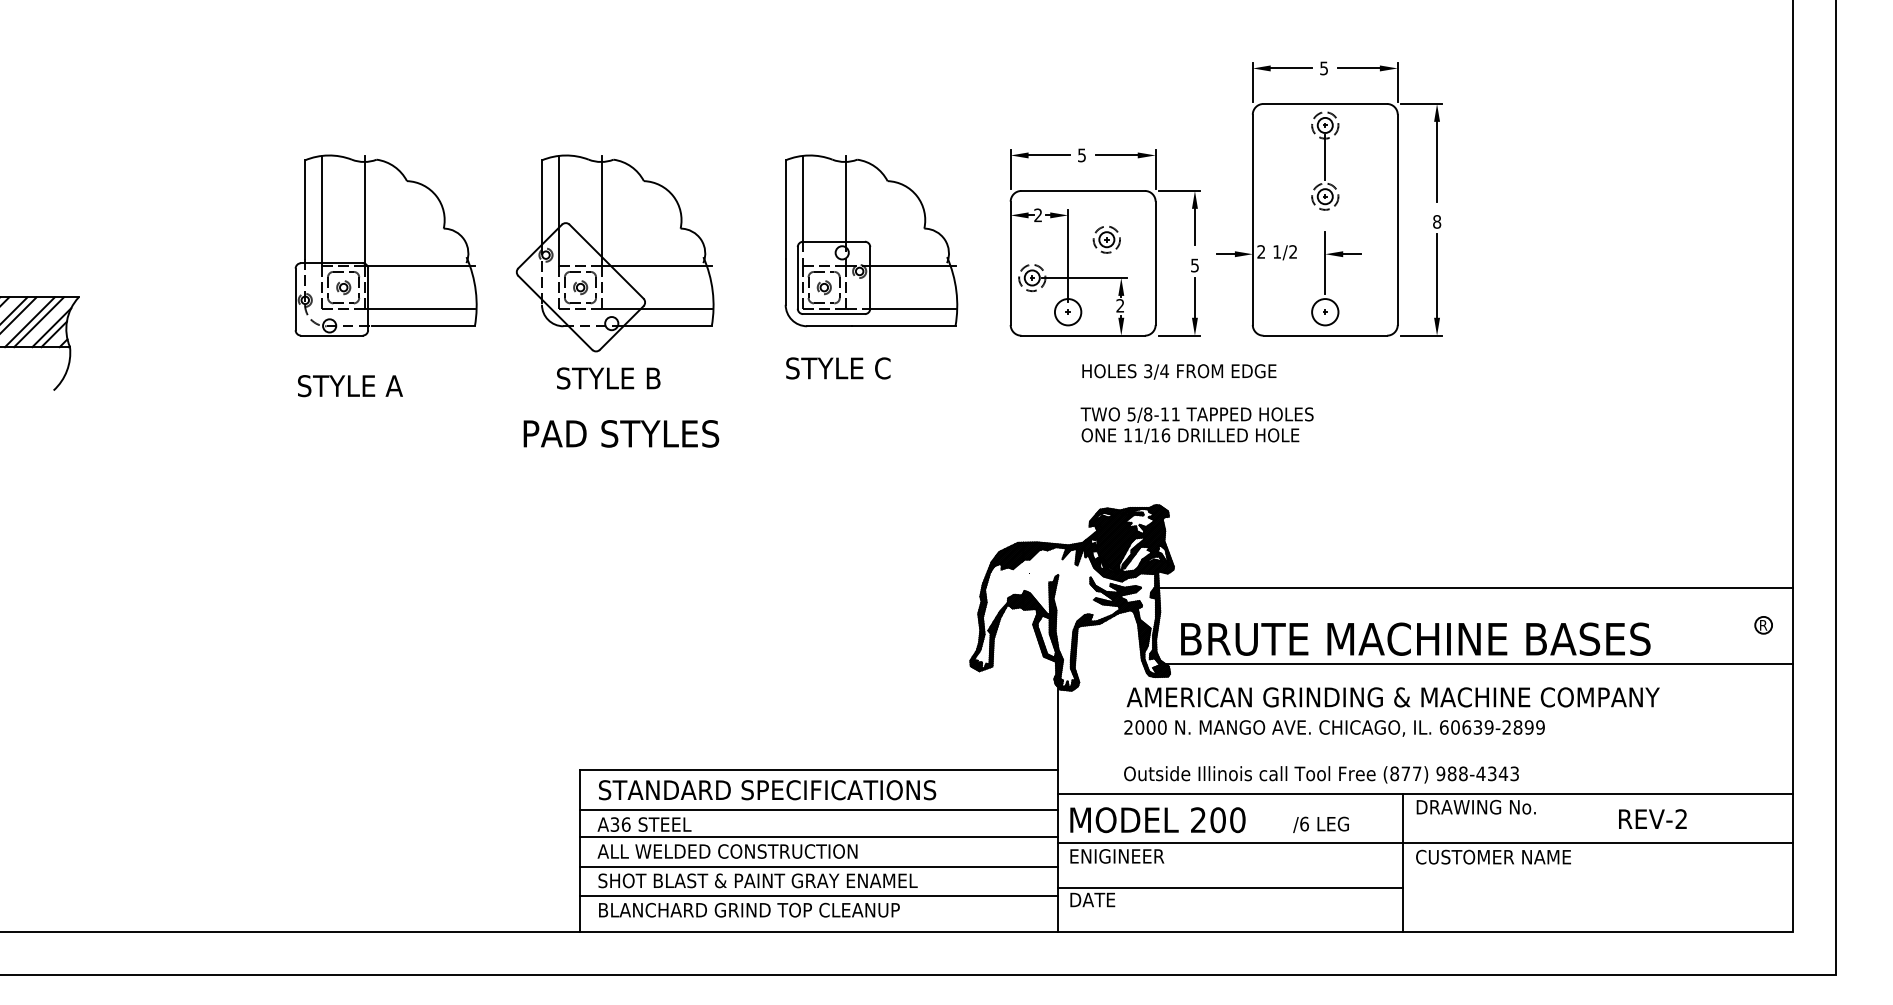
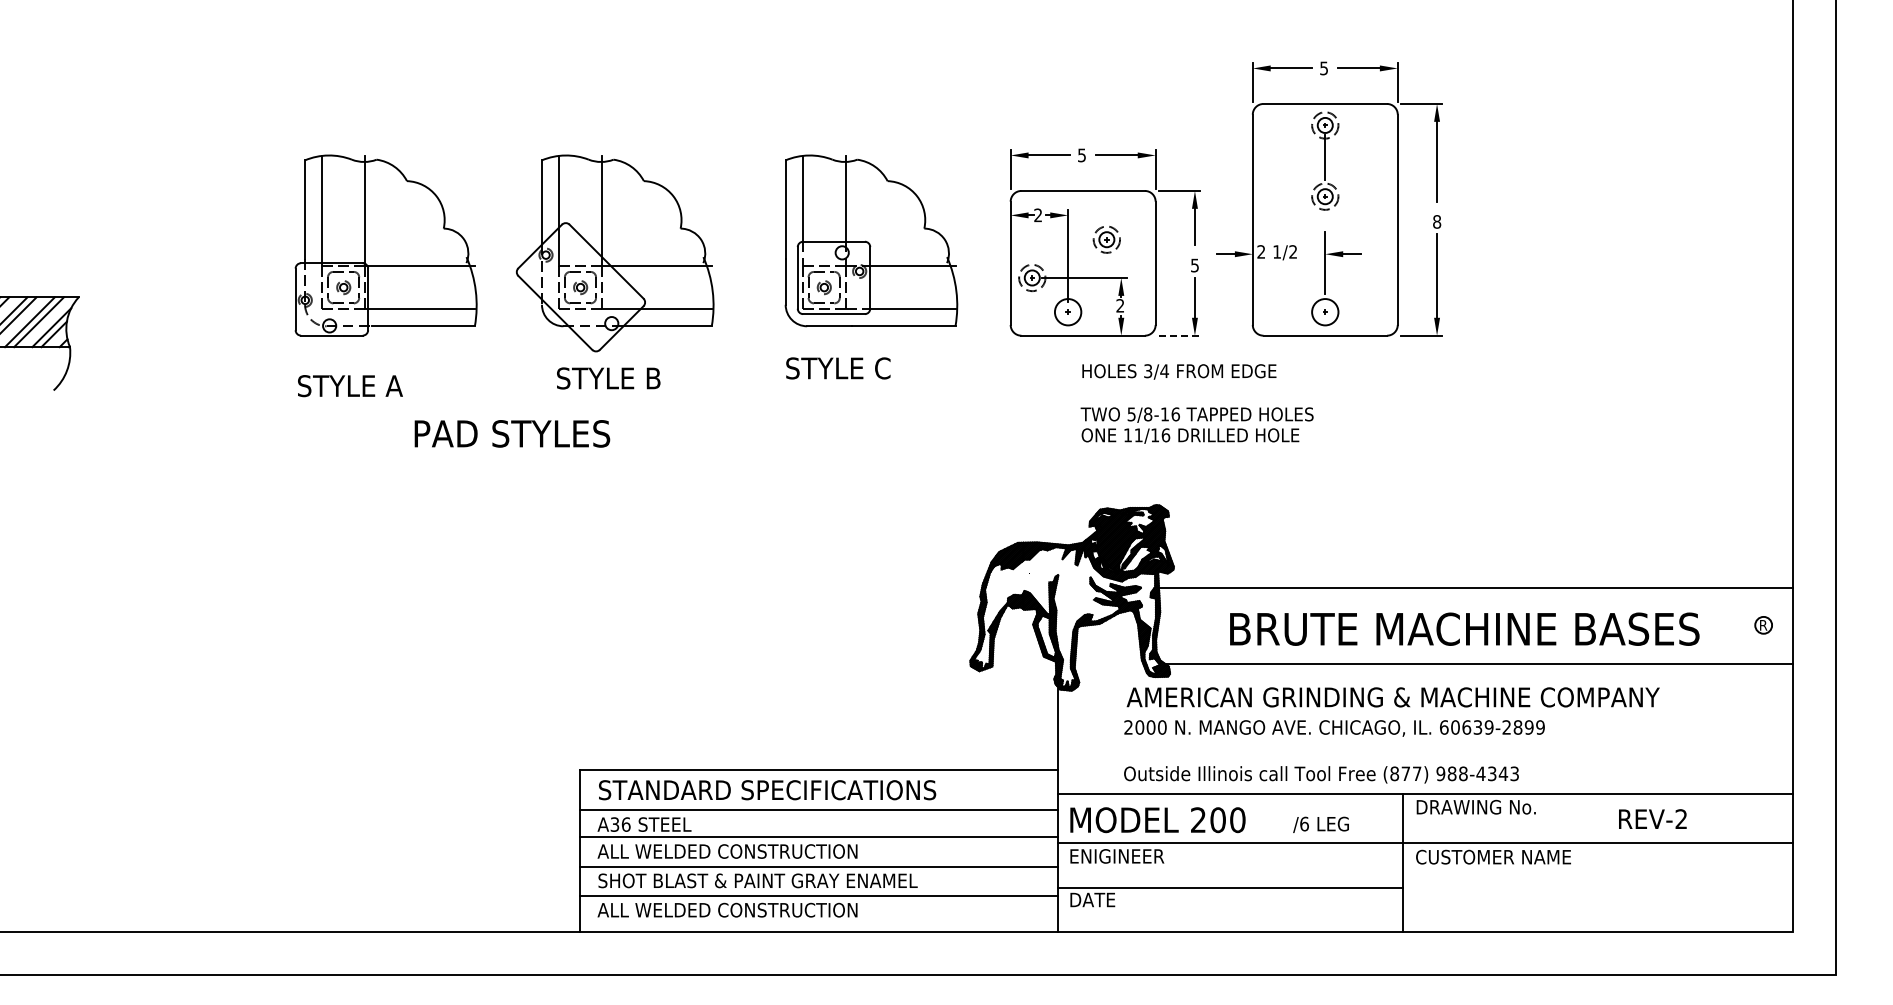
line at (1179, 335): solid -> dashed
text at (1175, 414): 5/8-11 -> 5/8-16
text at (621, 433) position: (621, 433) -> (512, 433)
text at (1415, 638) position: (1415, 638) -> (1464, 628)
text at (748, 909): BLANCHARD GRIND TOP CLEANUP -> ALL WELDED CONSTRUCTION
